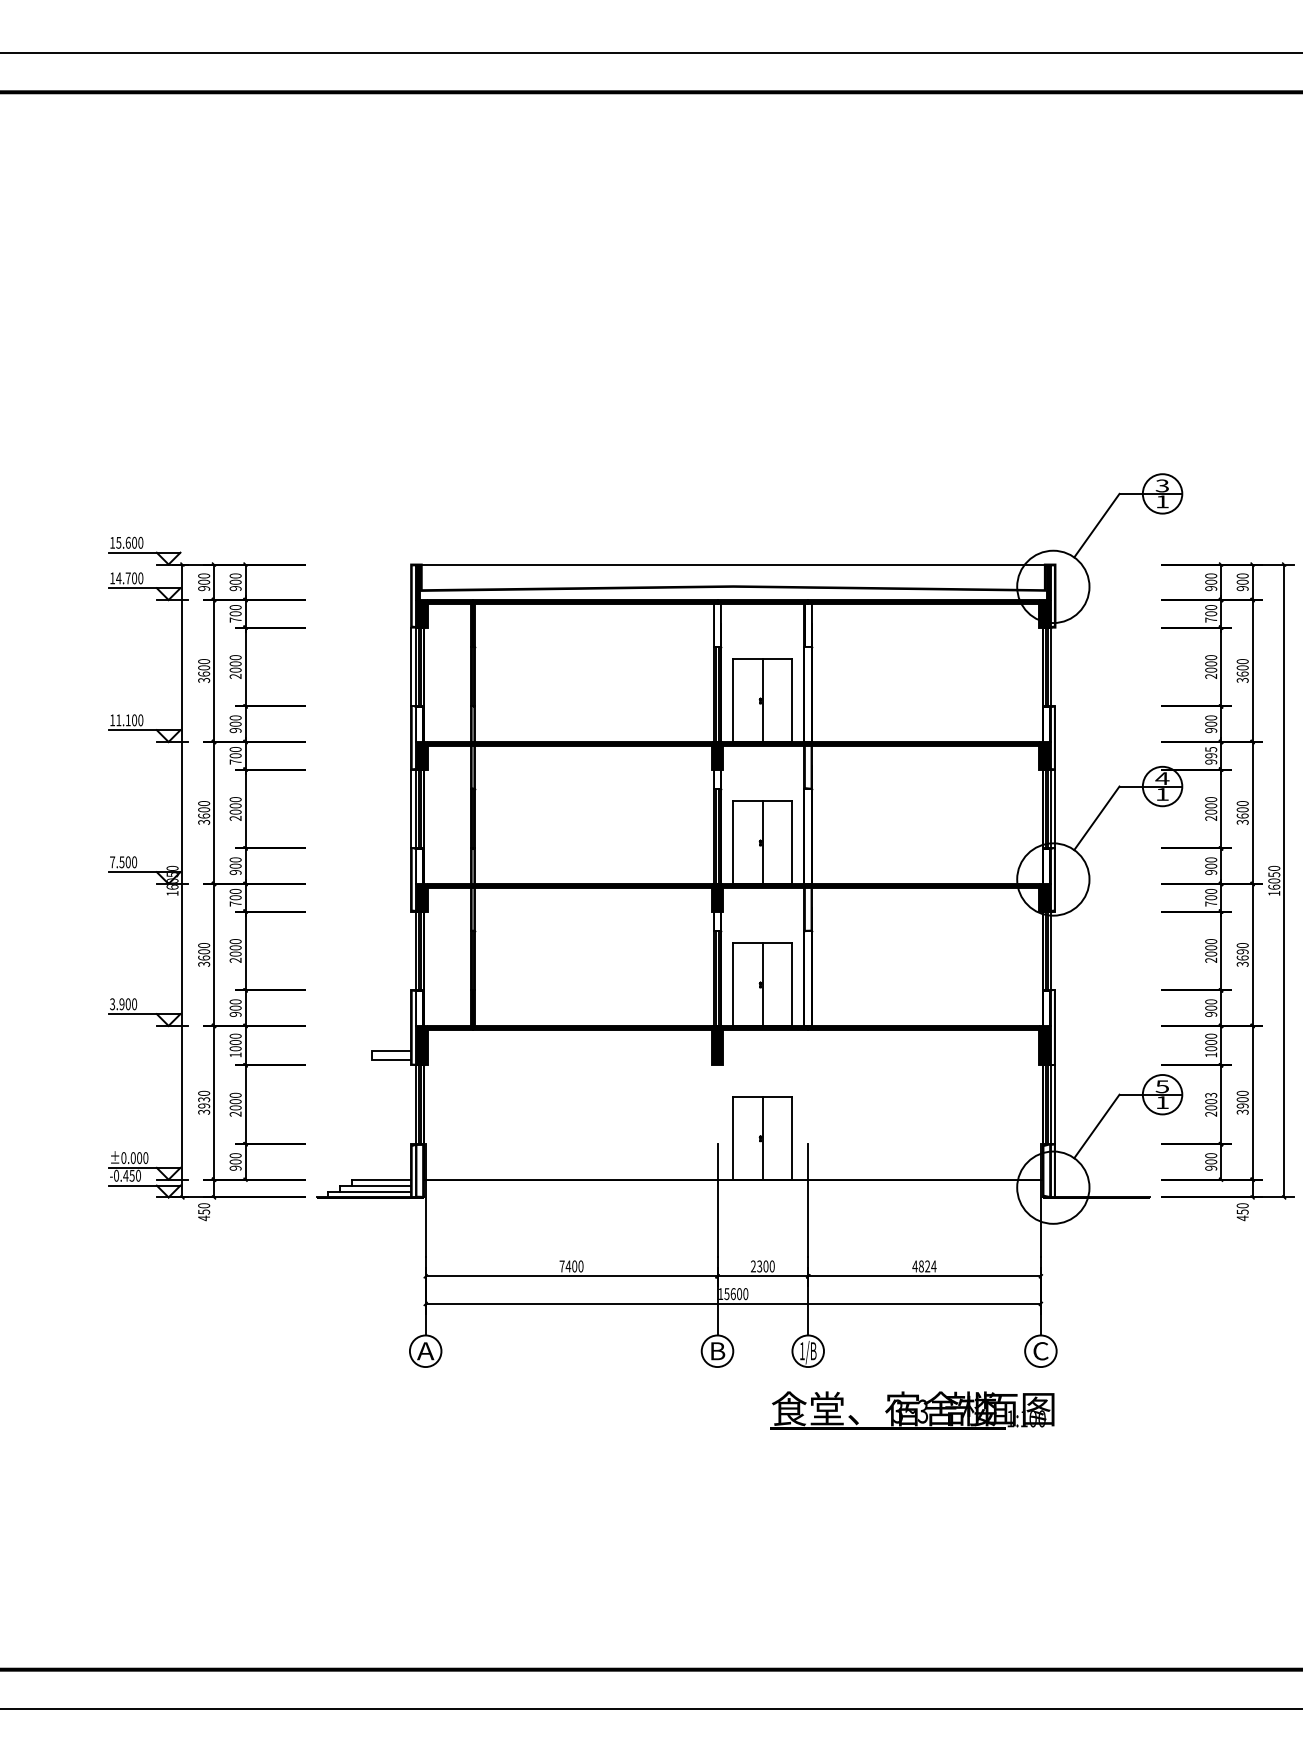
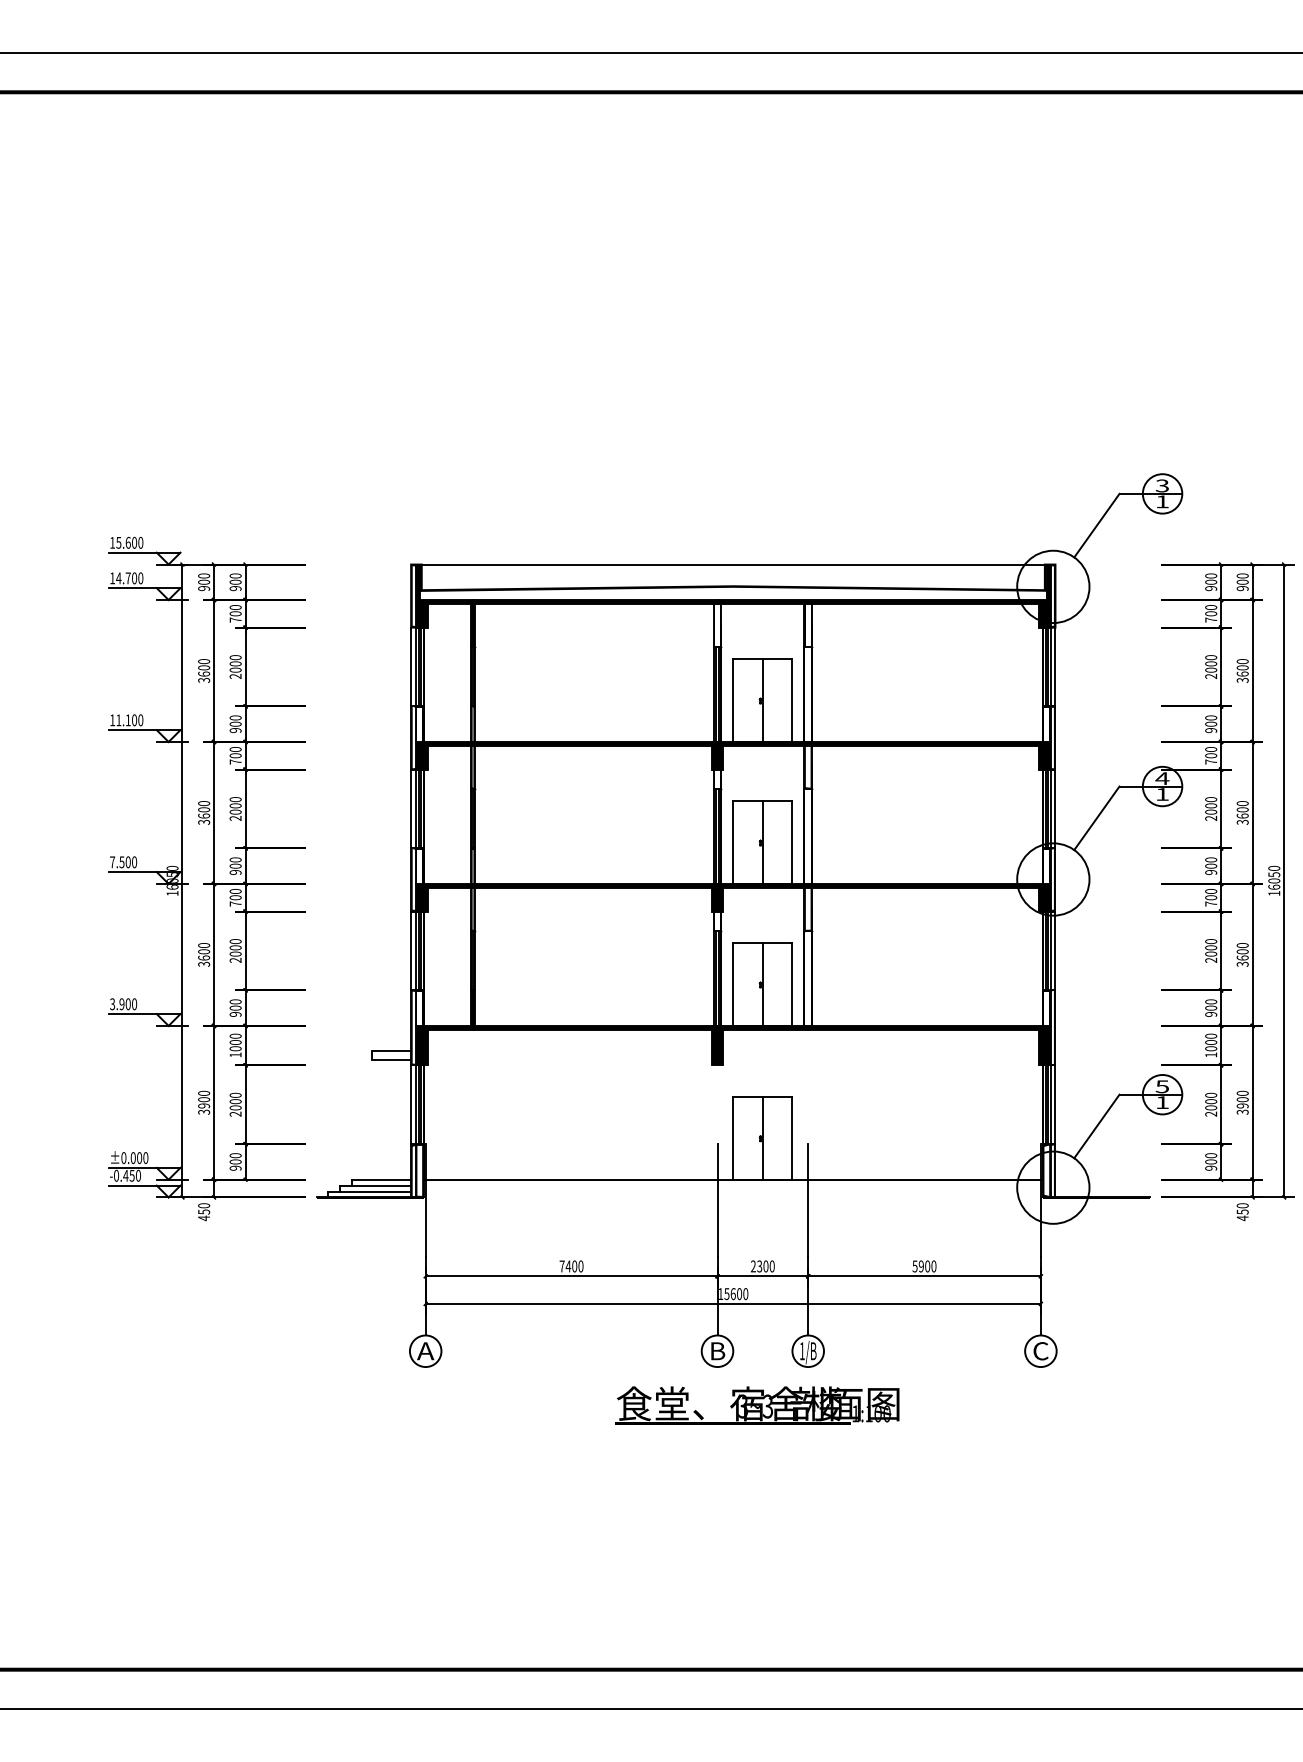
line at (1055, 666): none -> present
text at (1211, 755): 995 -> 700
line at (411, 950): none -> present
line at (1055, 950): none -> present
text at (1242, 951): 3690 -> 3600
text at (1211, 1094): 2003 -> 2000
text at (204, 1099): 3930 -> 3900
line at (411, 1104): none -> present
text at (924, 1266): 4824 -> 5900
text at (912, 1410) position: (912, 1410) -> (757, 1405)
